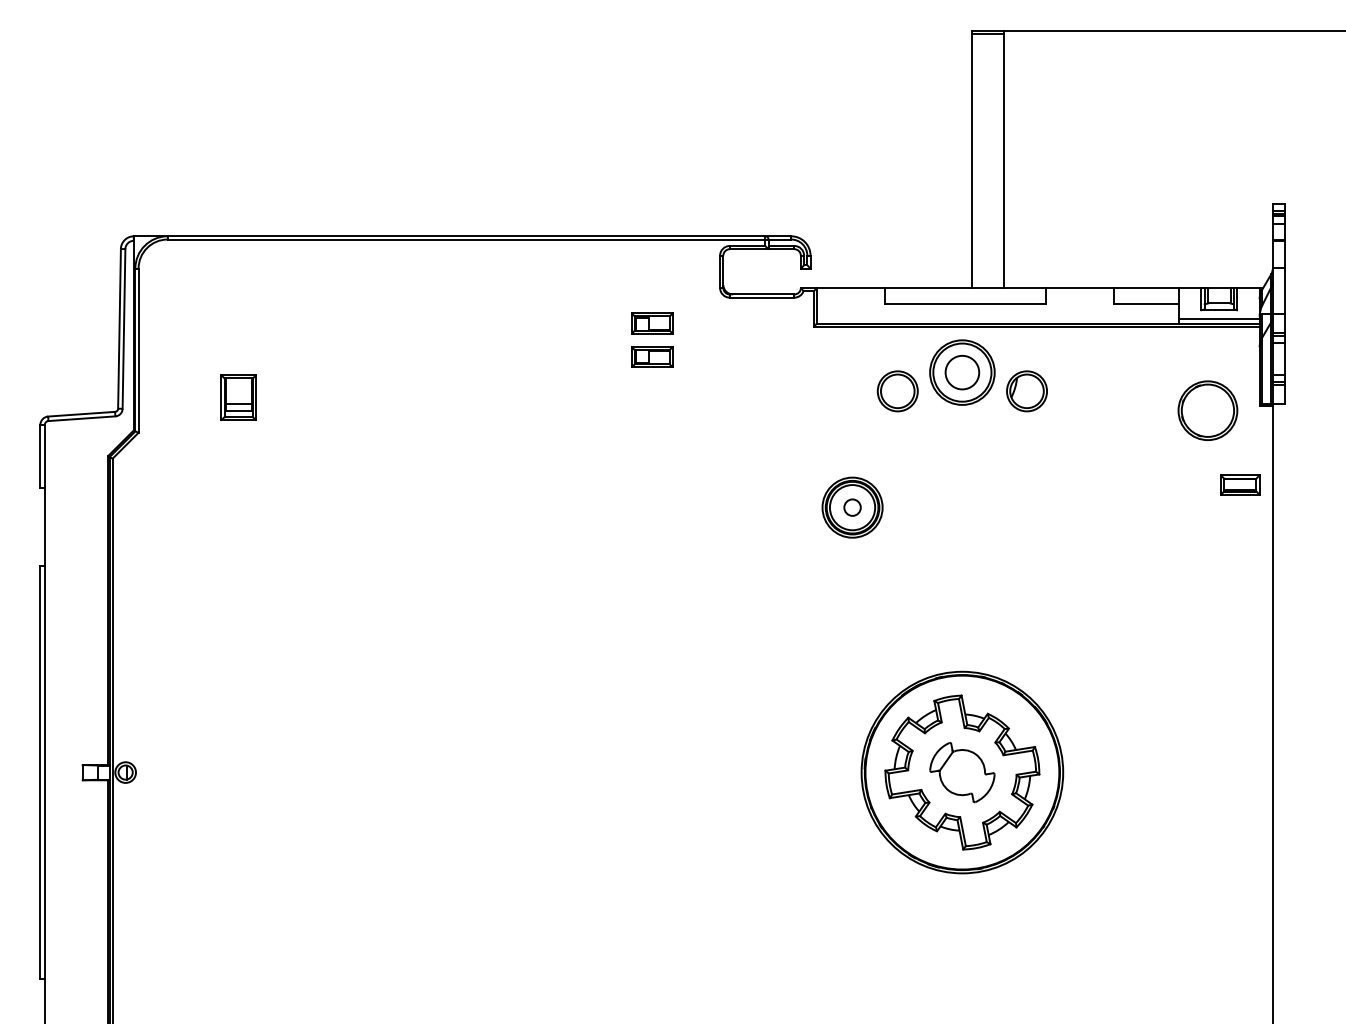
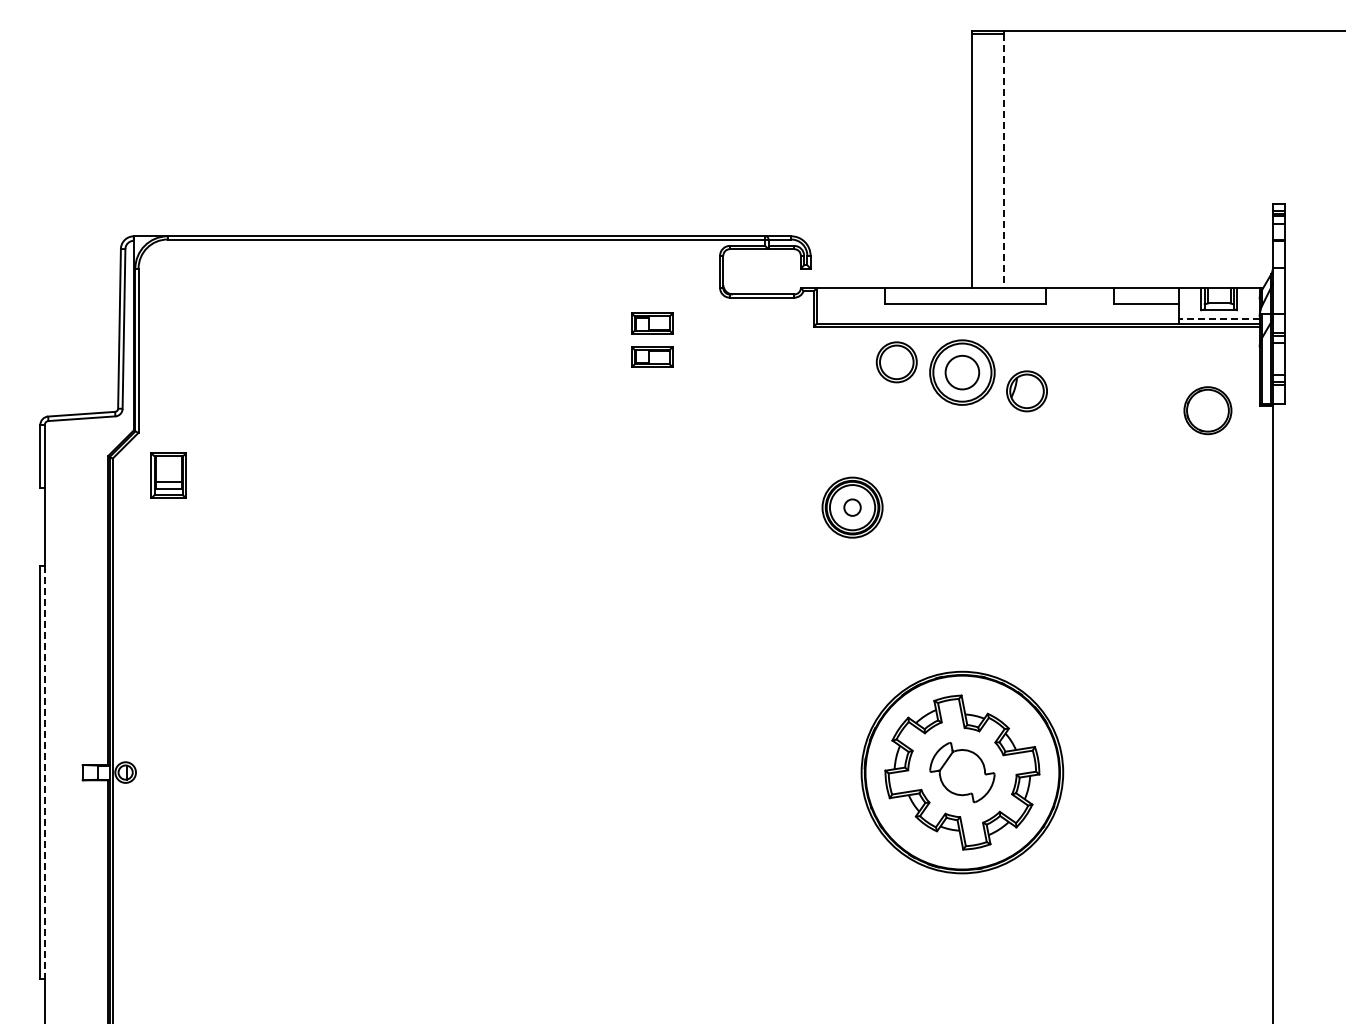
line at (1004, 161): solid -> dashed
line at (1218, 319): solid -> dashed
part at (897, 391) position: (897, 391) -> (896, 362)
part at (238, 397) position: (238, 397) -> (168, 475)
part at (1207, 410) size: 62x61 px -> 50x50 px
part at (1240, 484): present -> none
line at (44, 772): solid -> dashed
